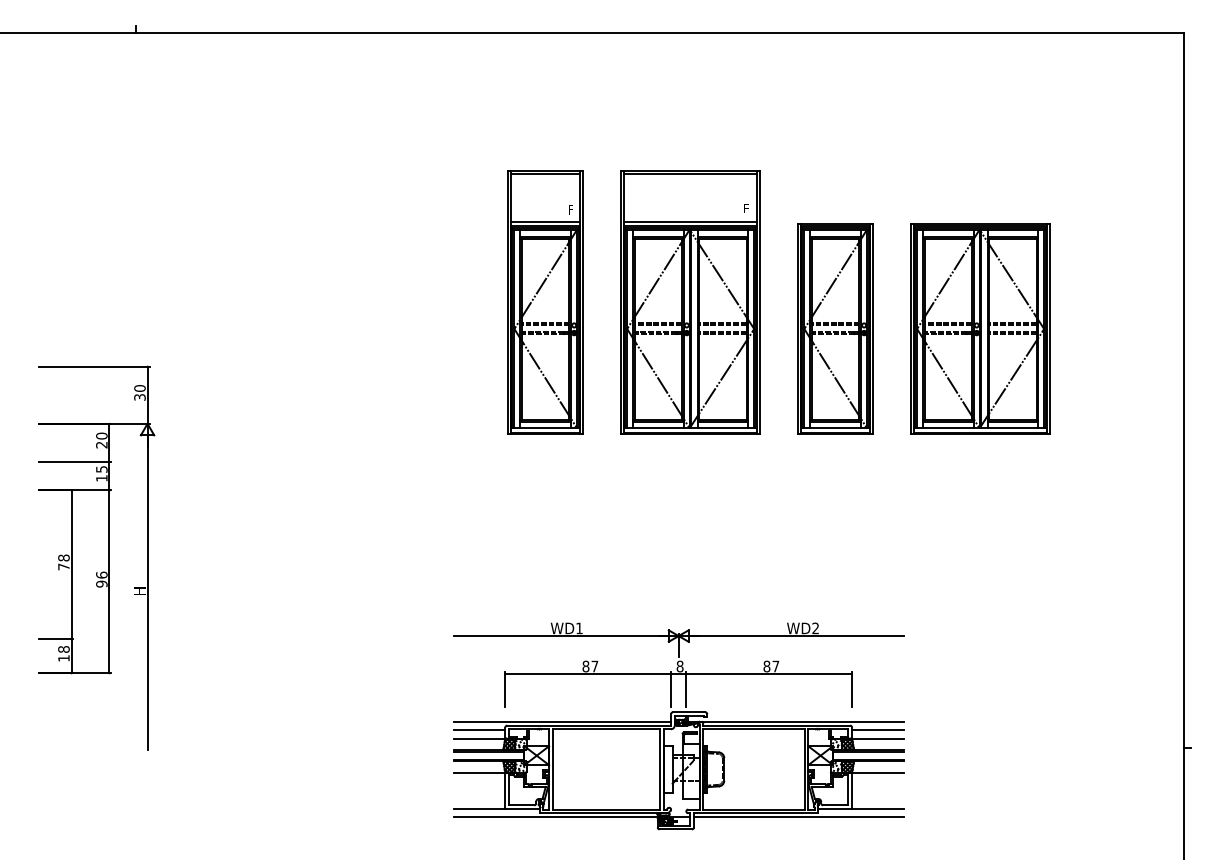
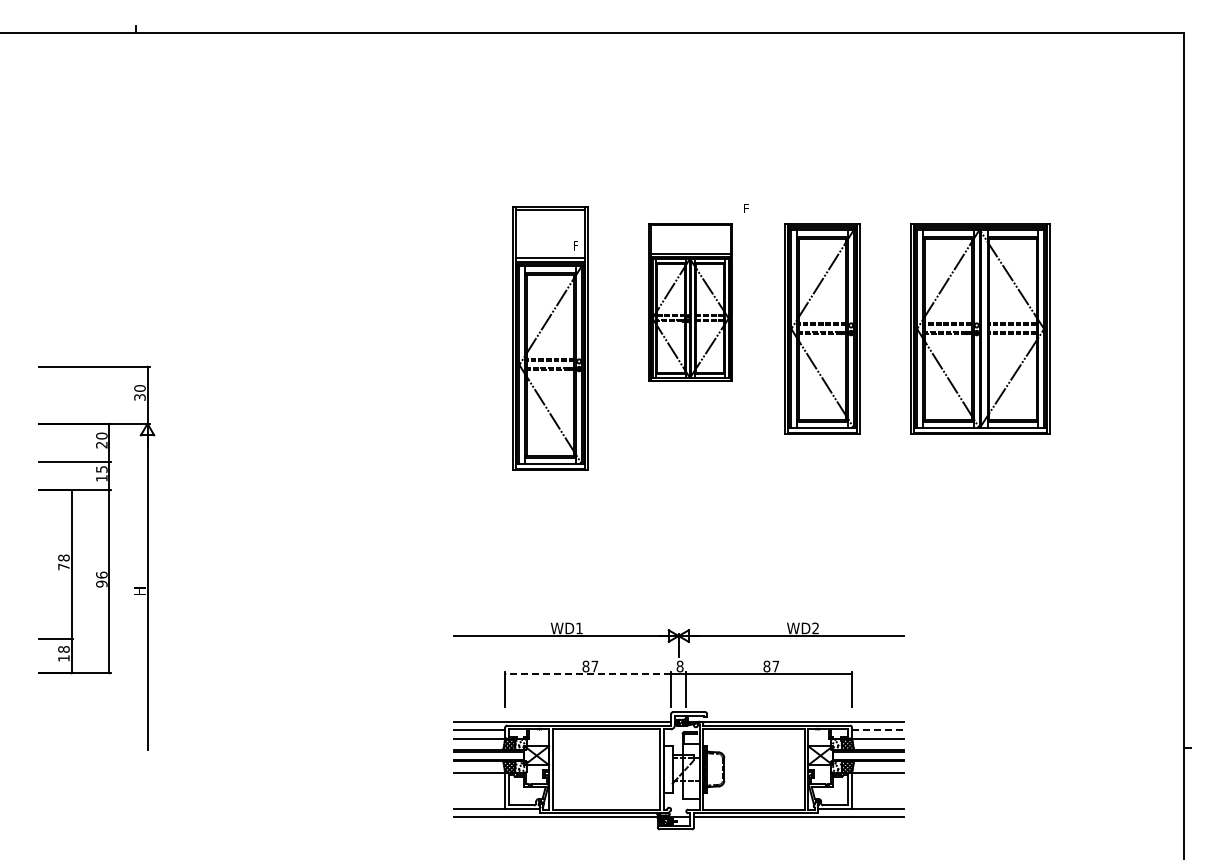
part at (545, 302) position: (545, 302) -> (550, 338)
part at (690, 302) size: 141x265 px -> 85x159 px
part at (835, 328) position: (835, 328) -> (822, 328)
line at (588, 674): solid -> dashed
line at (877, 729): solid -> dashed
